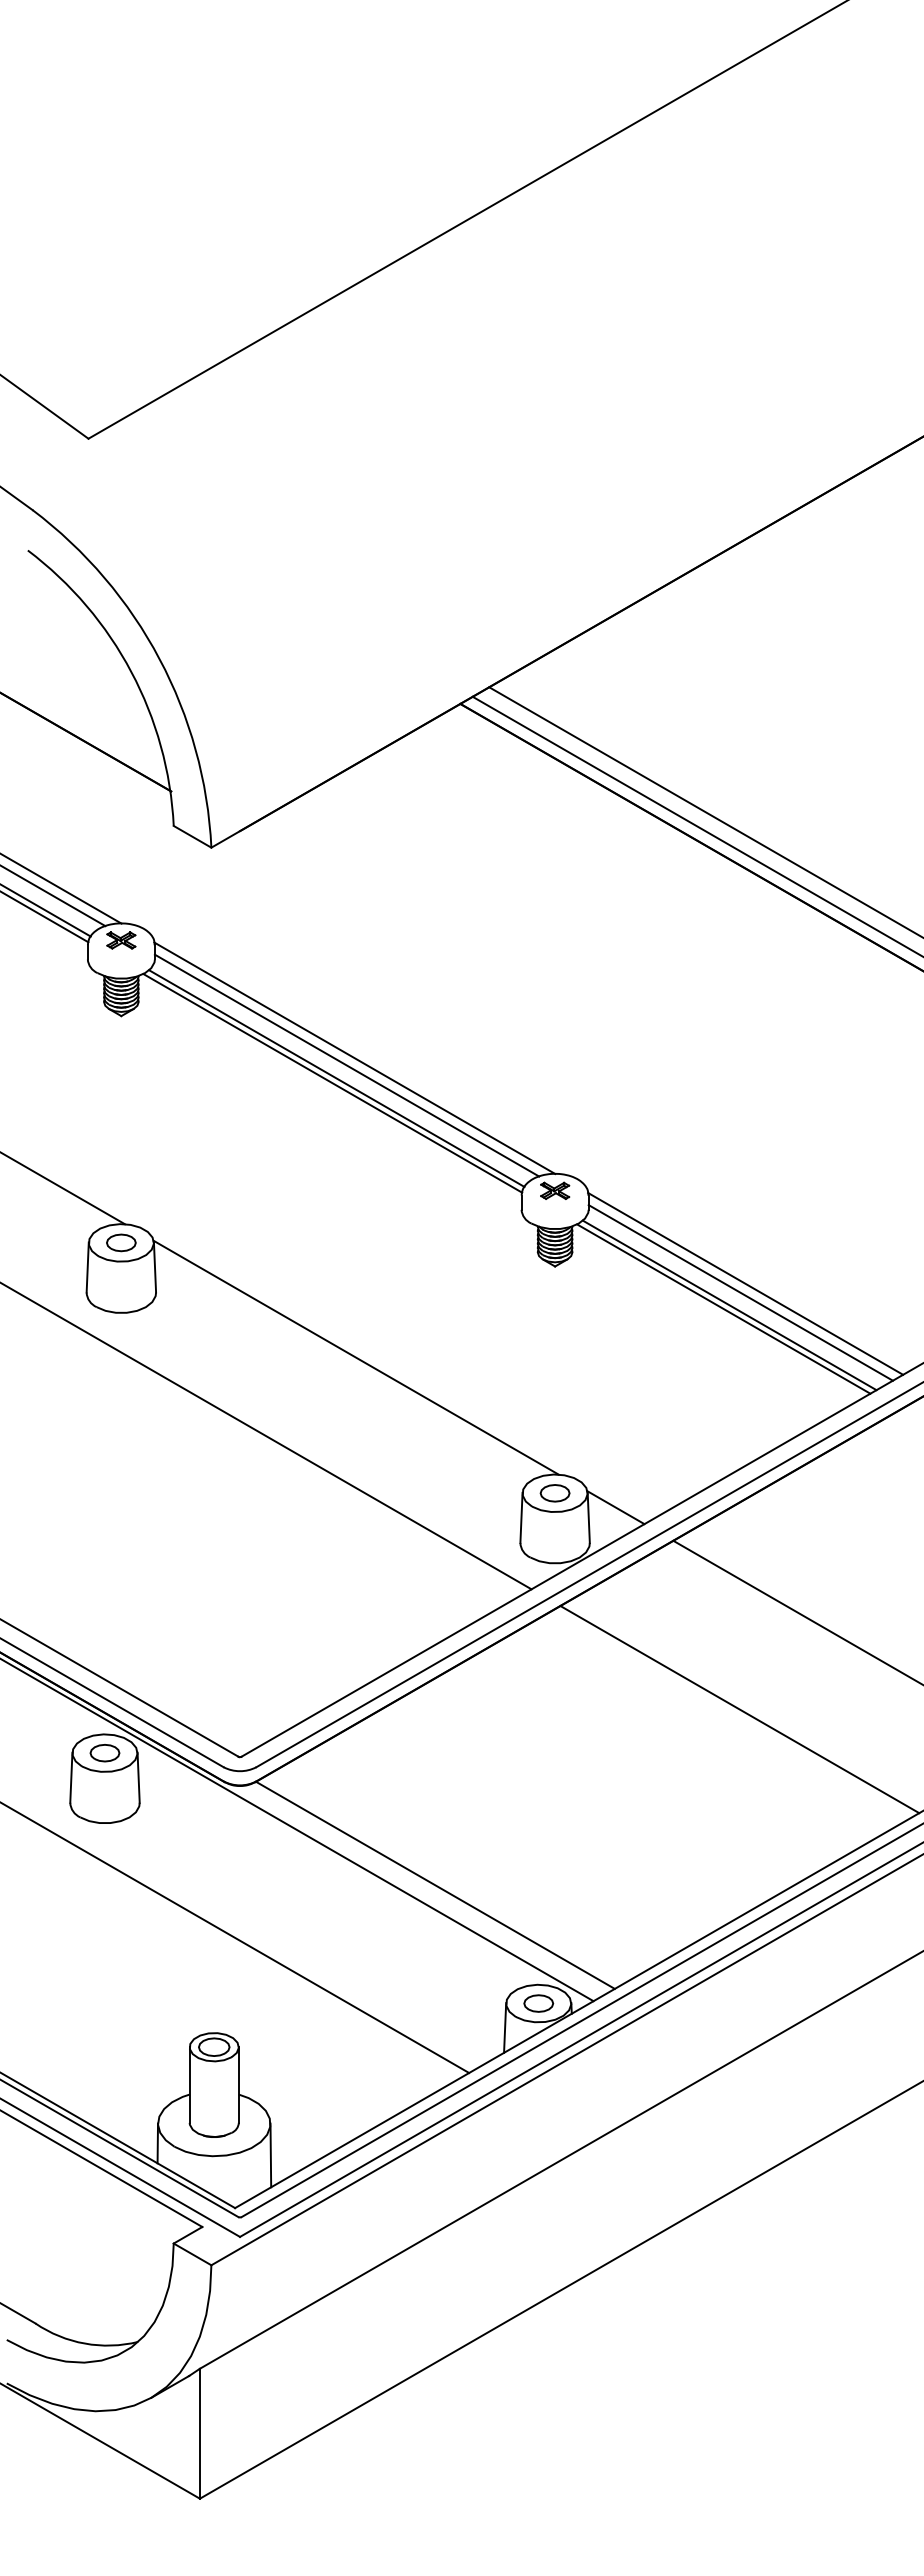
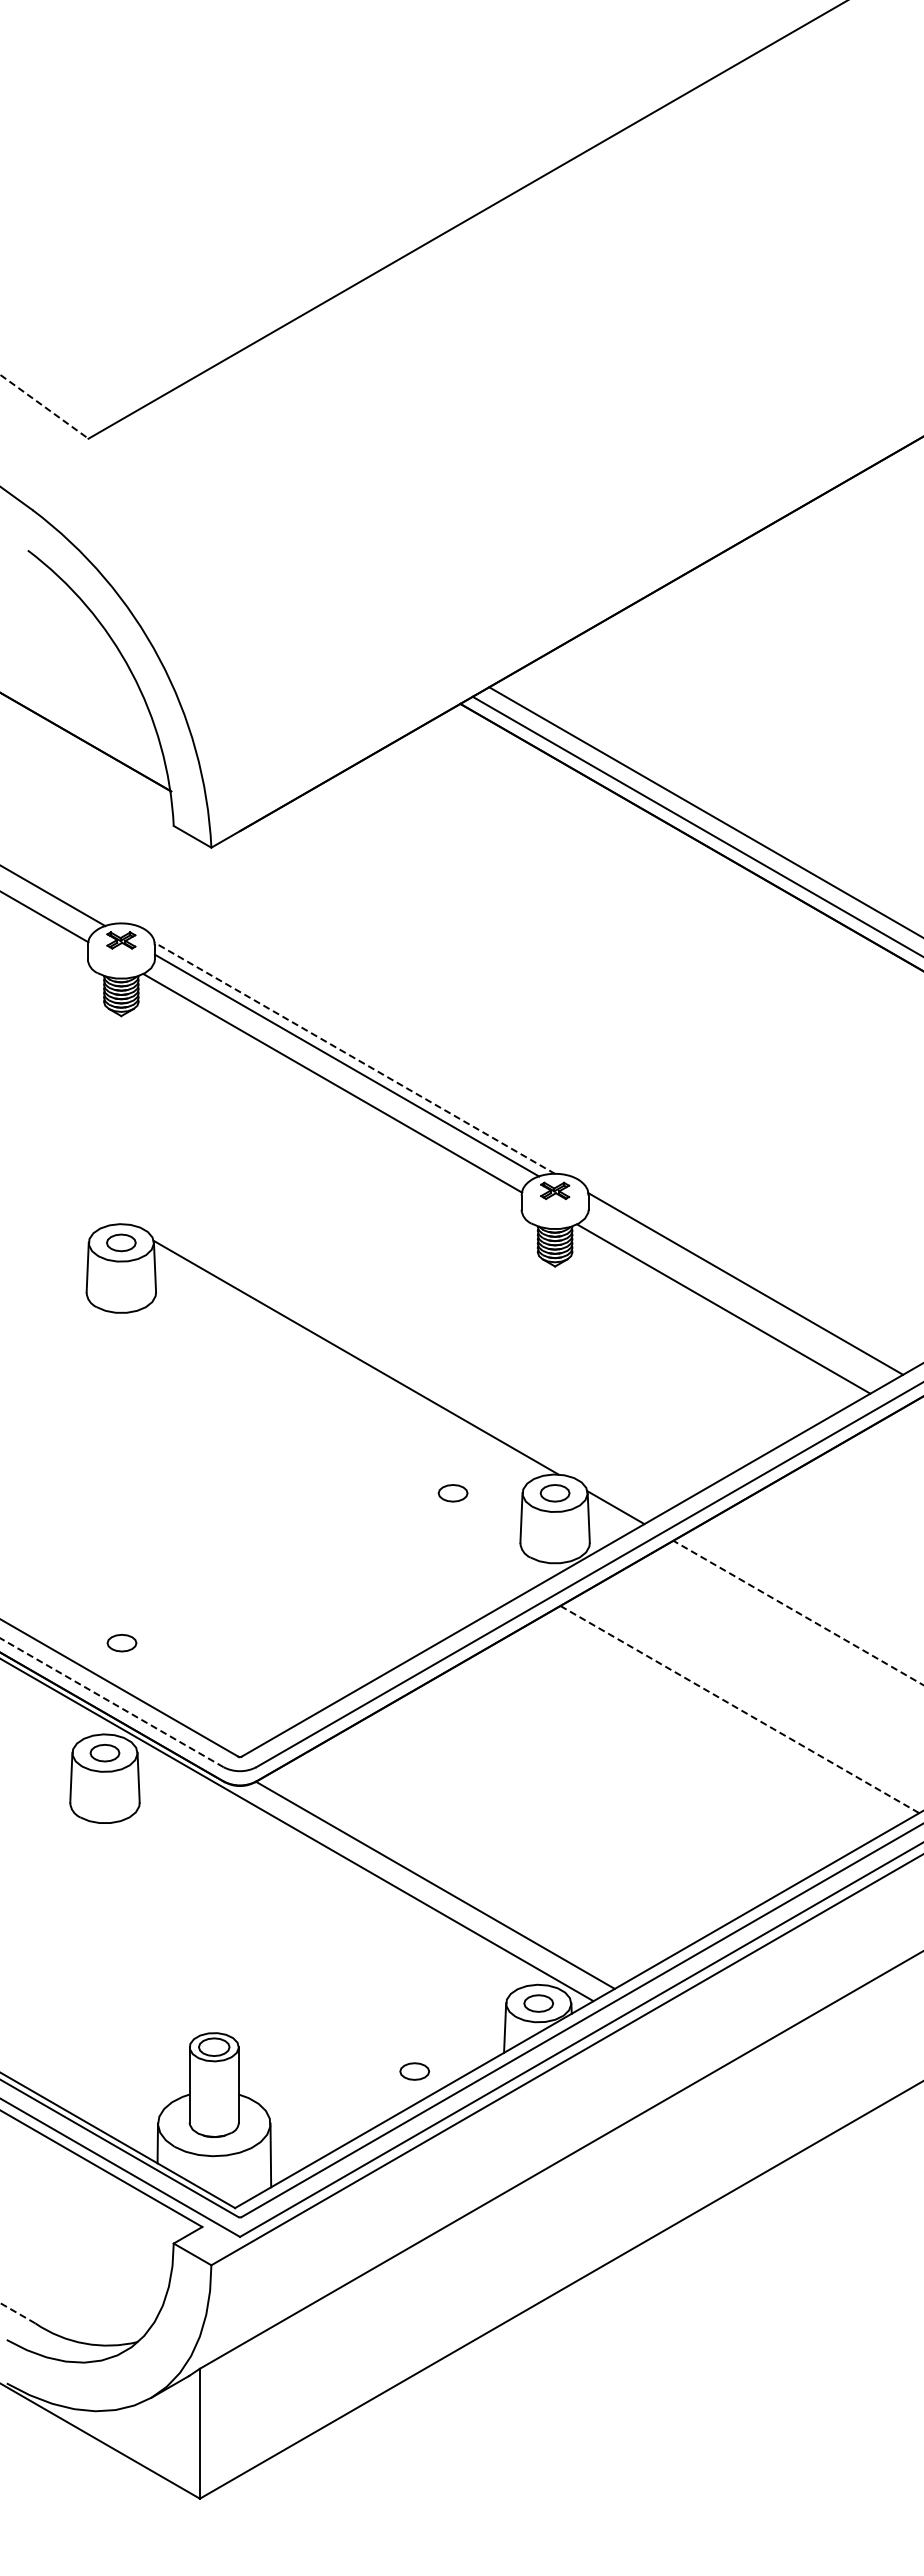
line at (44, 407): solid -> dashed
line at (61, 889): present -> none
line at (46, 910): present -> none
line at (354, 1058): solid -> dashed
line at (336, 1078): present -> none
line at (63, 1188): present -> none
line at (740, 1292): present -> none
line at (729, 1305): present -> none
line at (266, 1436): present -> none
part at (452, 1493): none -> present
line at (797, 1612): solid -> dashed
part at (121, 1643): none -> present
line at (112, 1702): solid -> dashed
line at (740, 1709): solid -> dashed
line at (235, 1938): present -> none
part at (414, 2071): none -> present
line at (18, 2313): solid -> dashed
